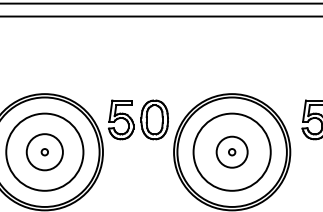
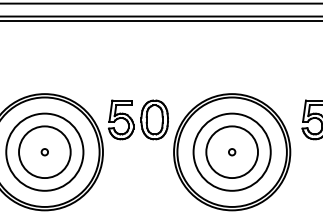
line at (160, 21): none -> present
circle at (231, 151) diameter: 31 px -> 52 px
circle at (44, 152) diameter: 36 px -> 52 px
